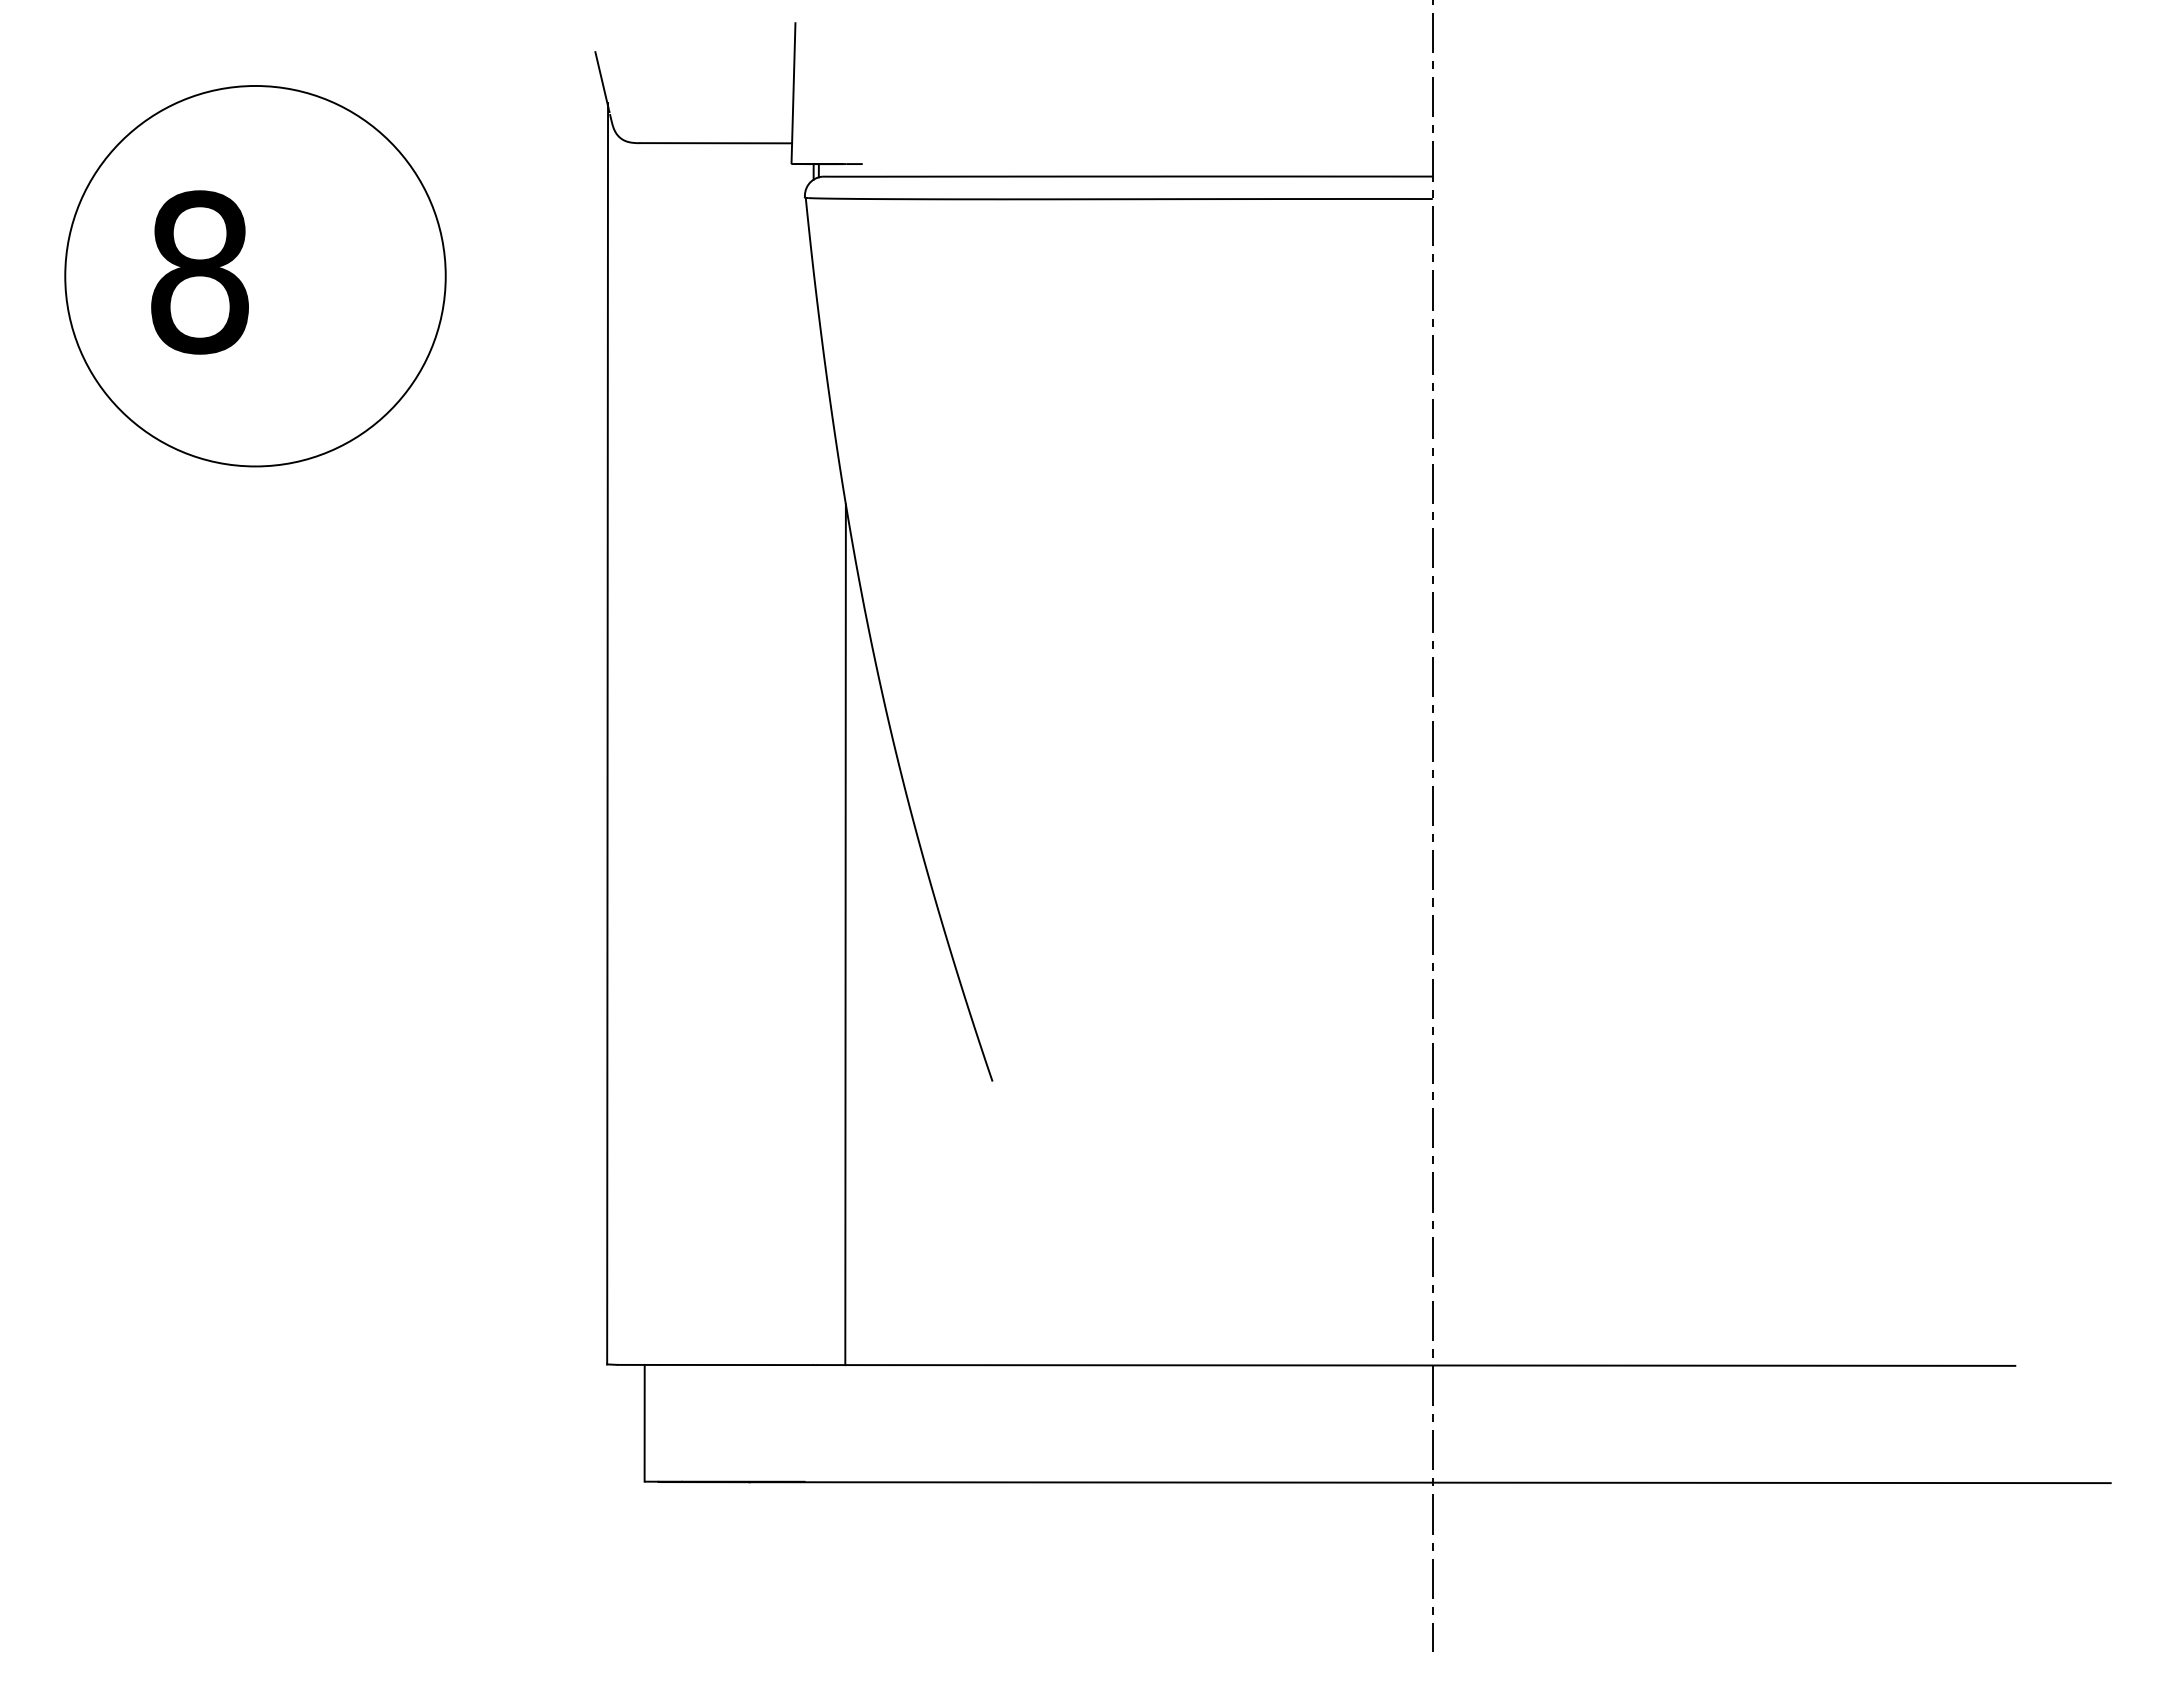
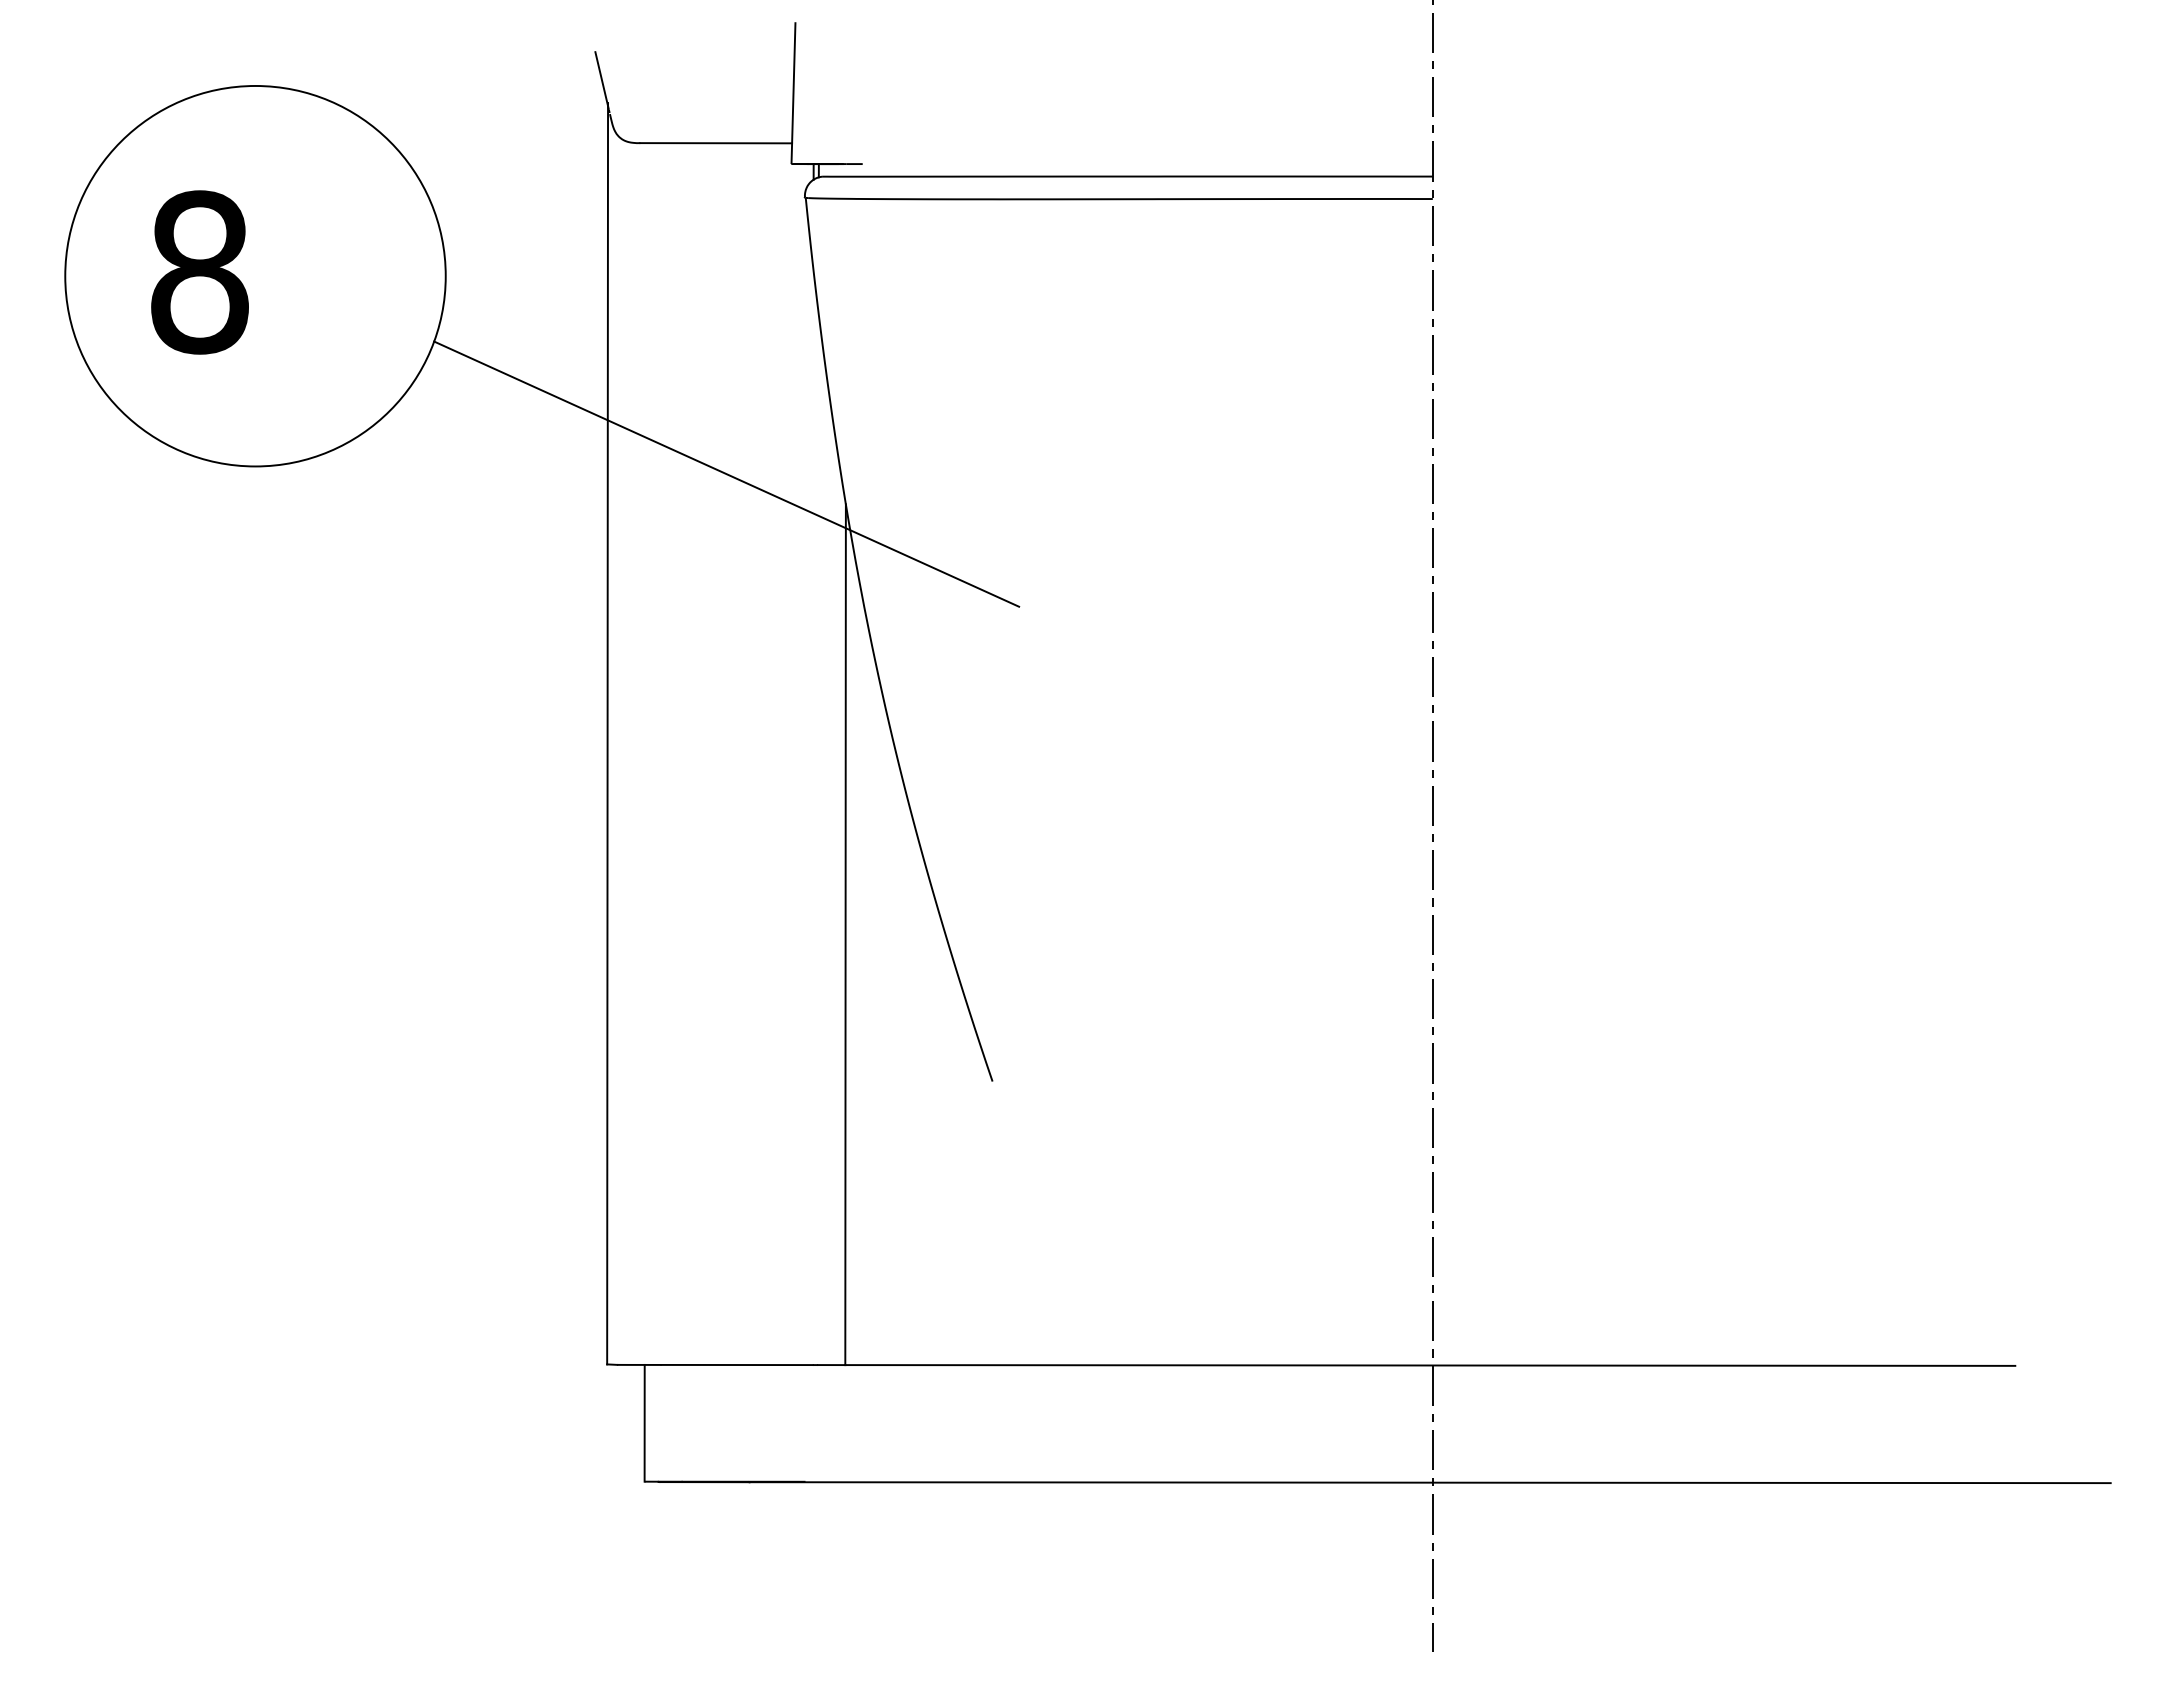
line at (726, 473): none -> present
